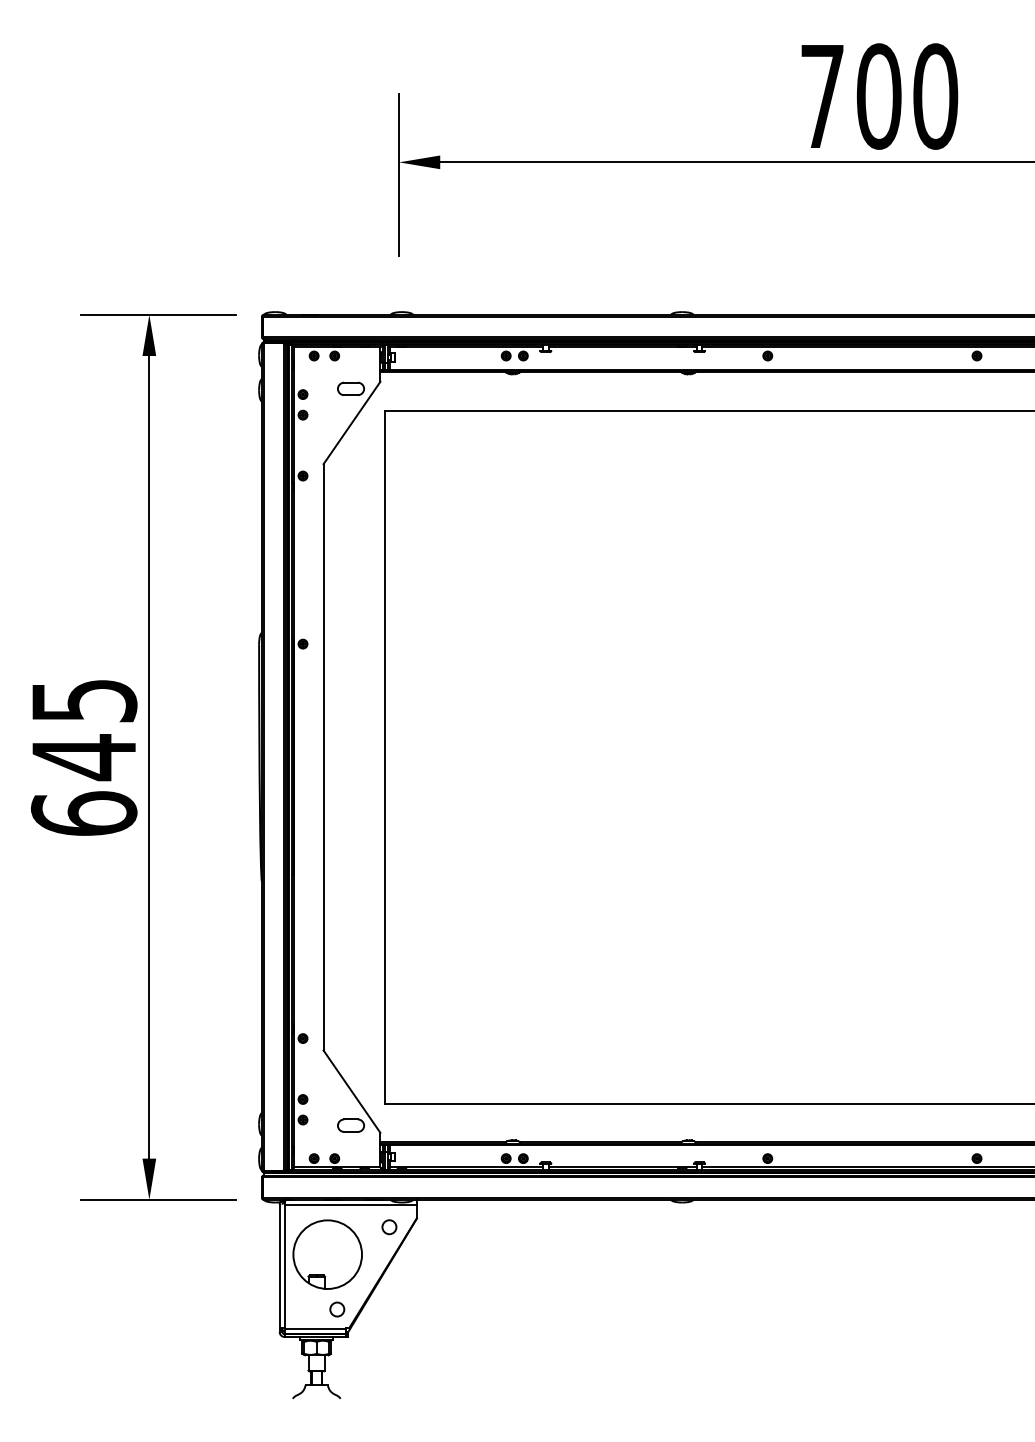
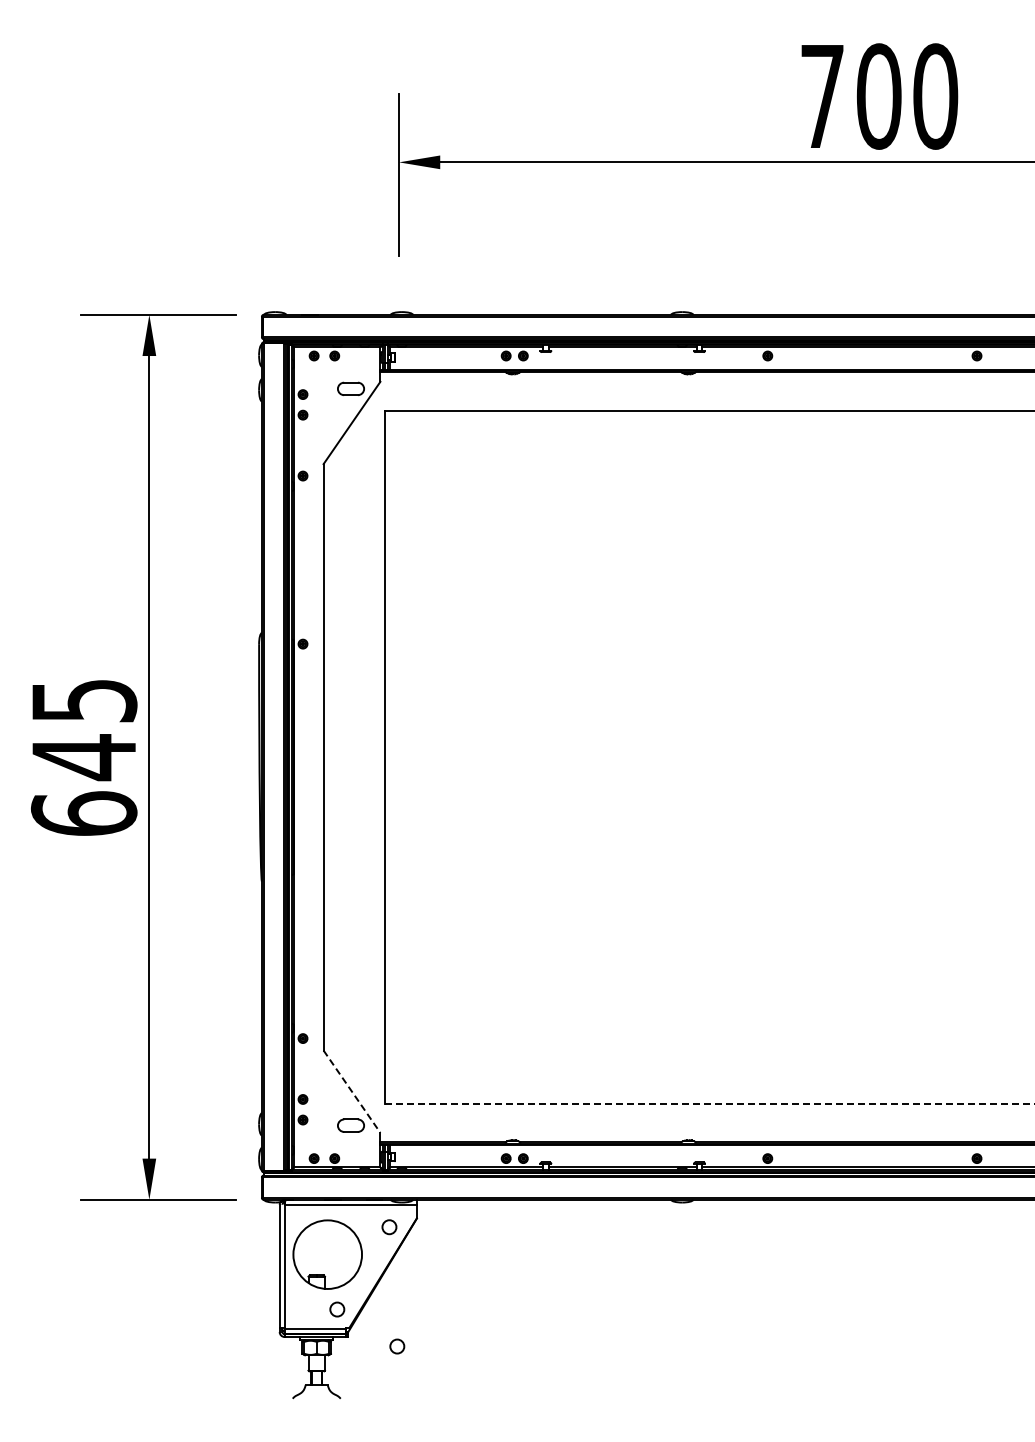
line at (352, 1092): solid -> dashed
line at (710, 1103): solid -> dashed
circle at (397, 1346): none -> present
